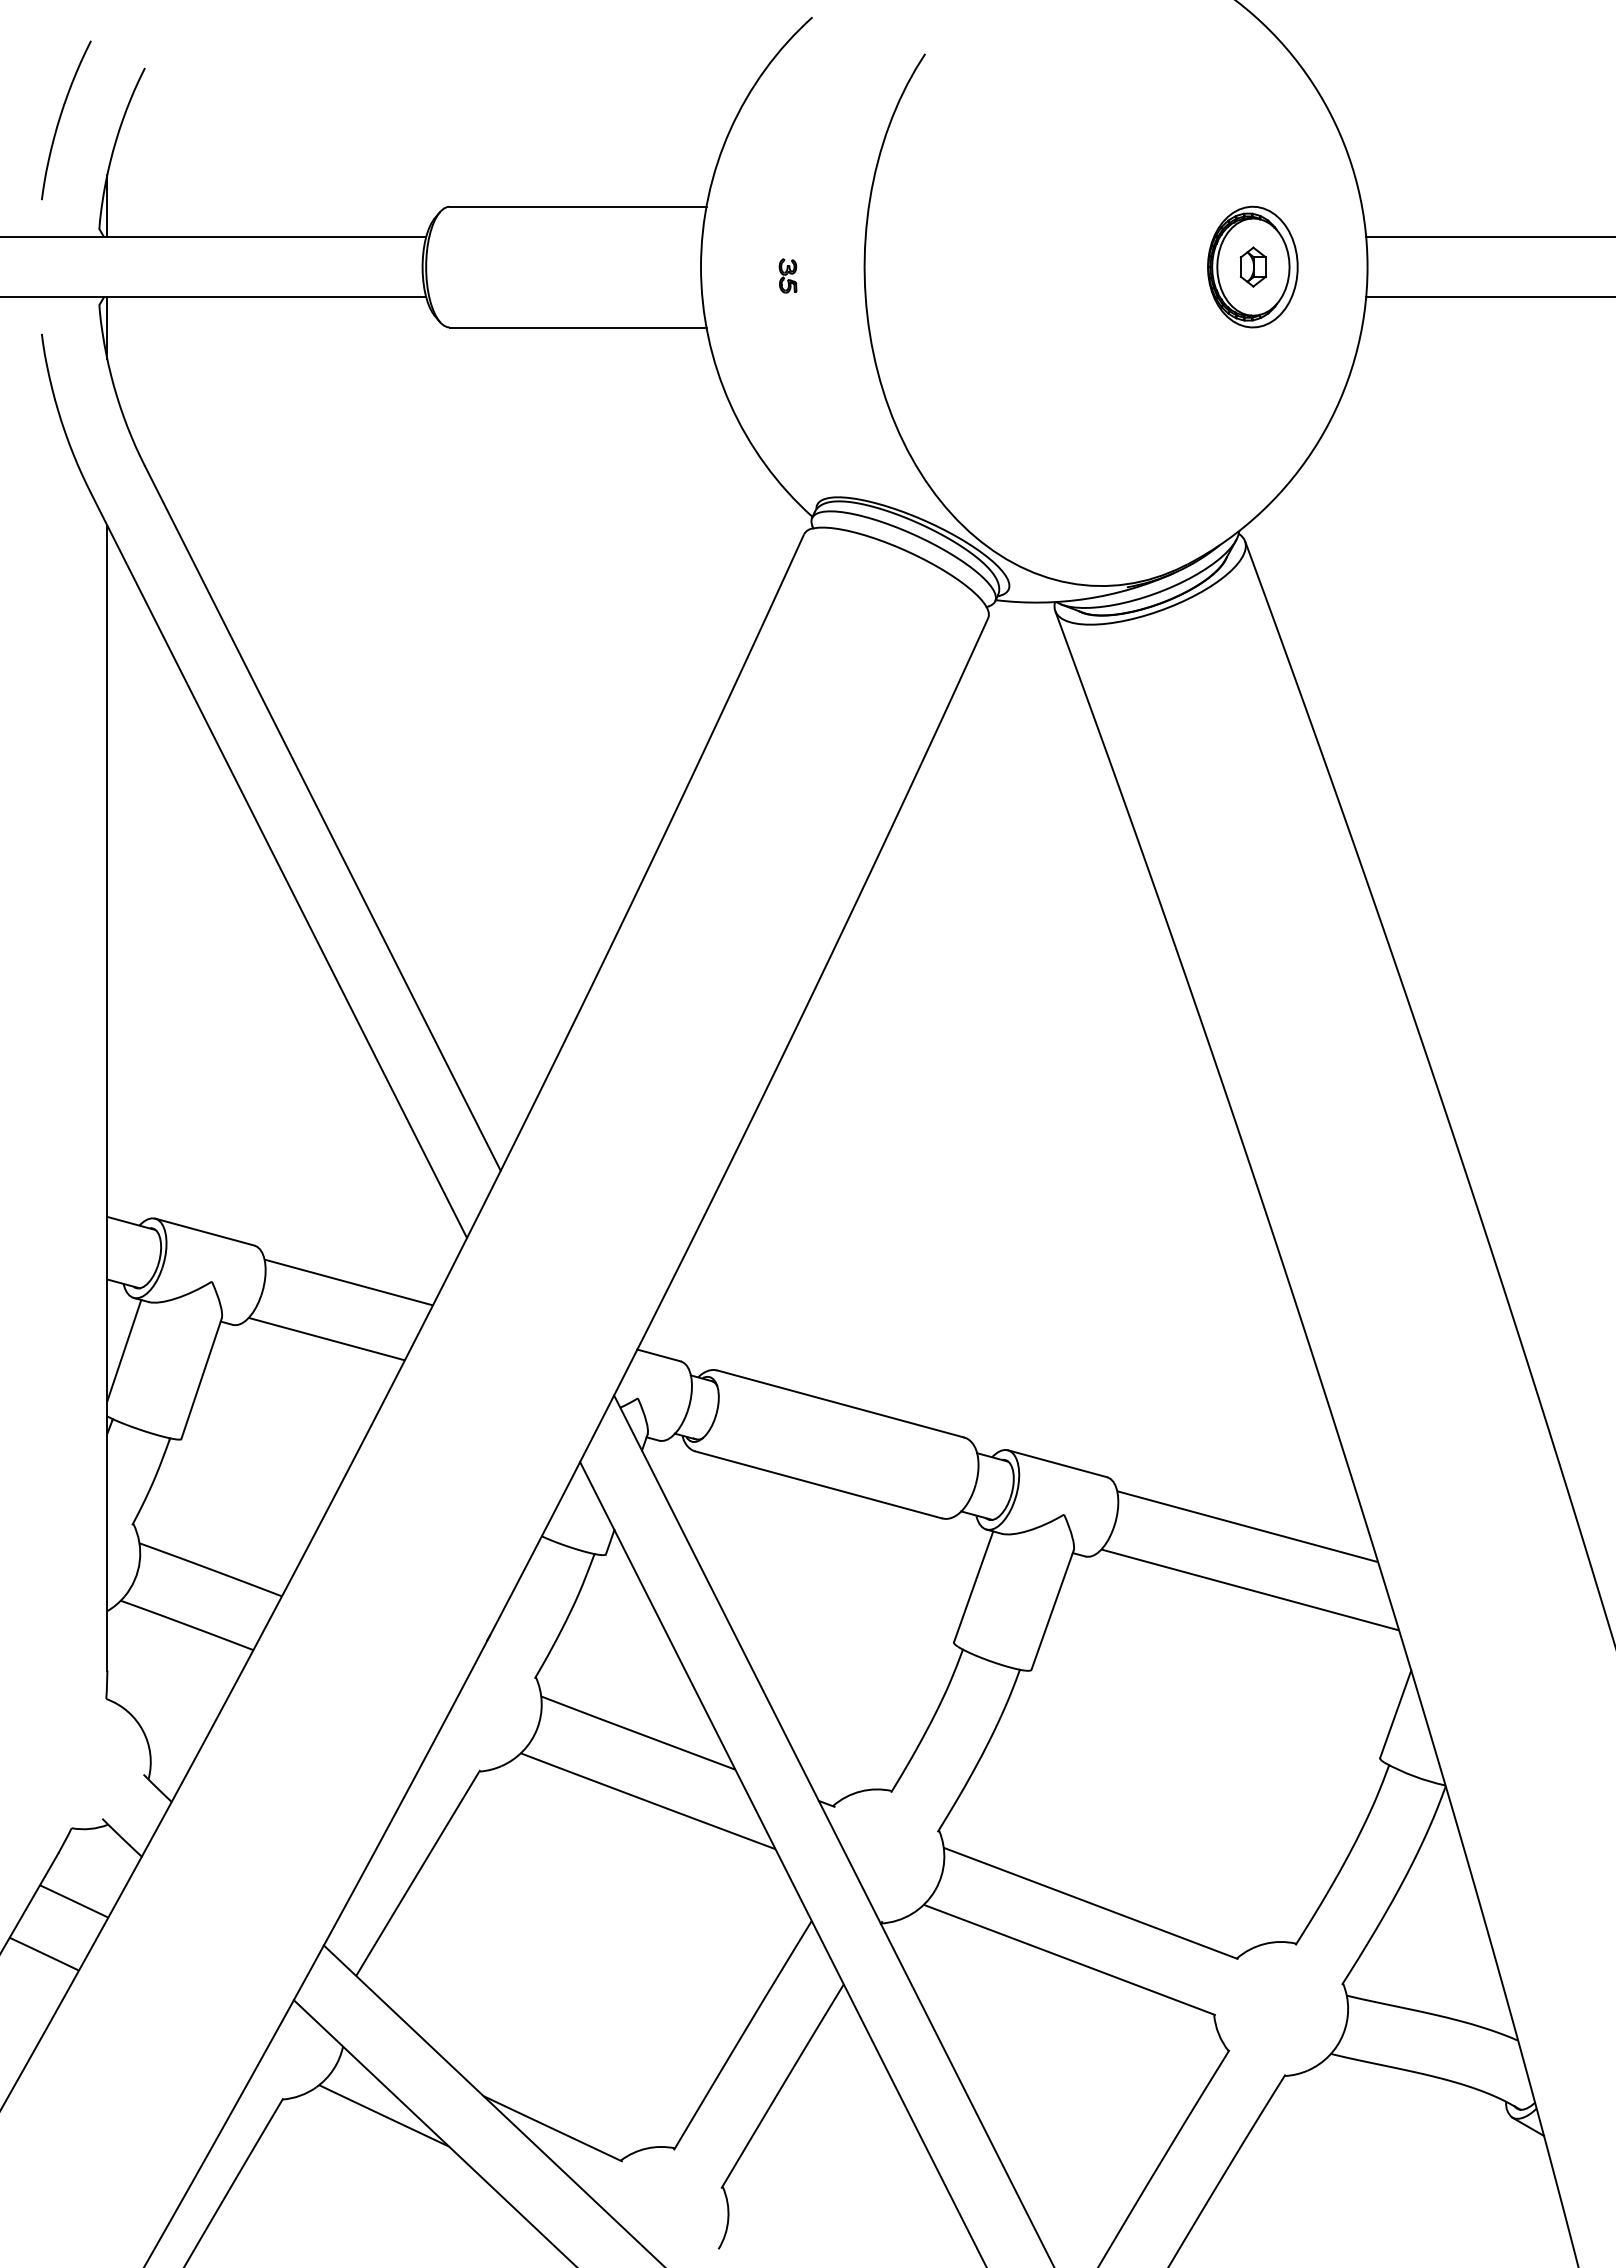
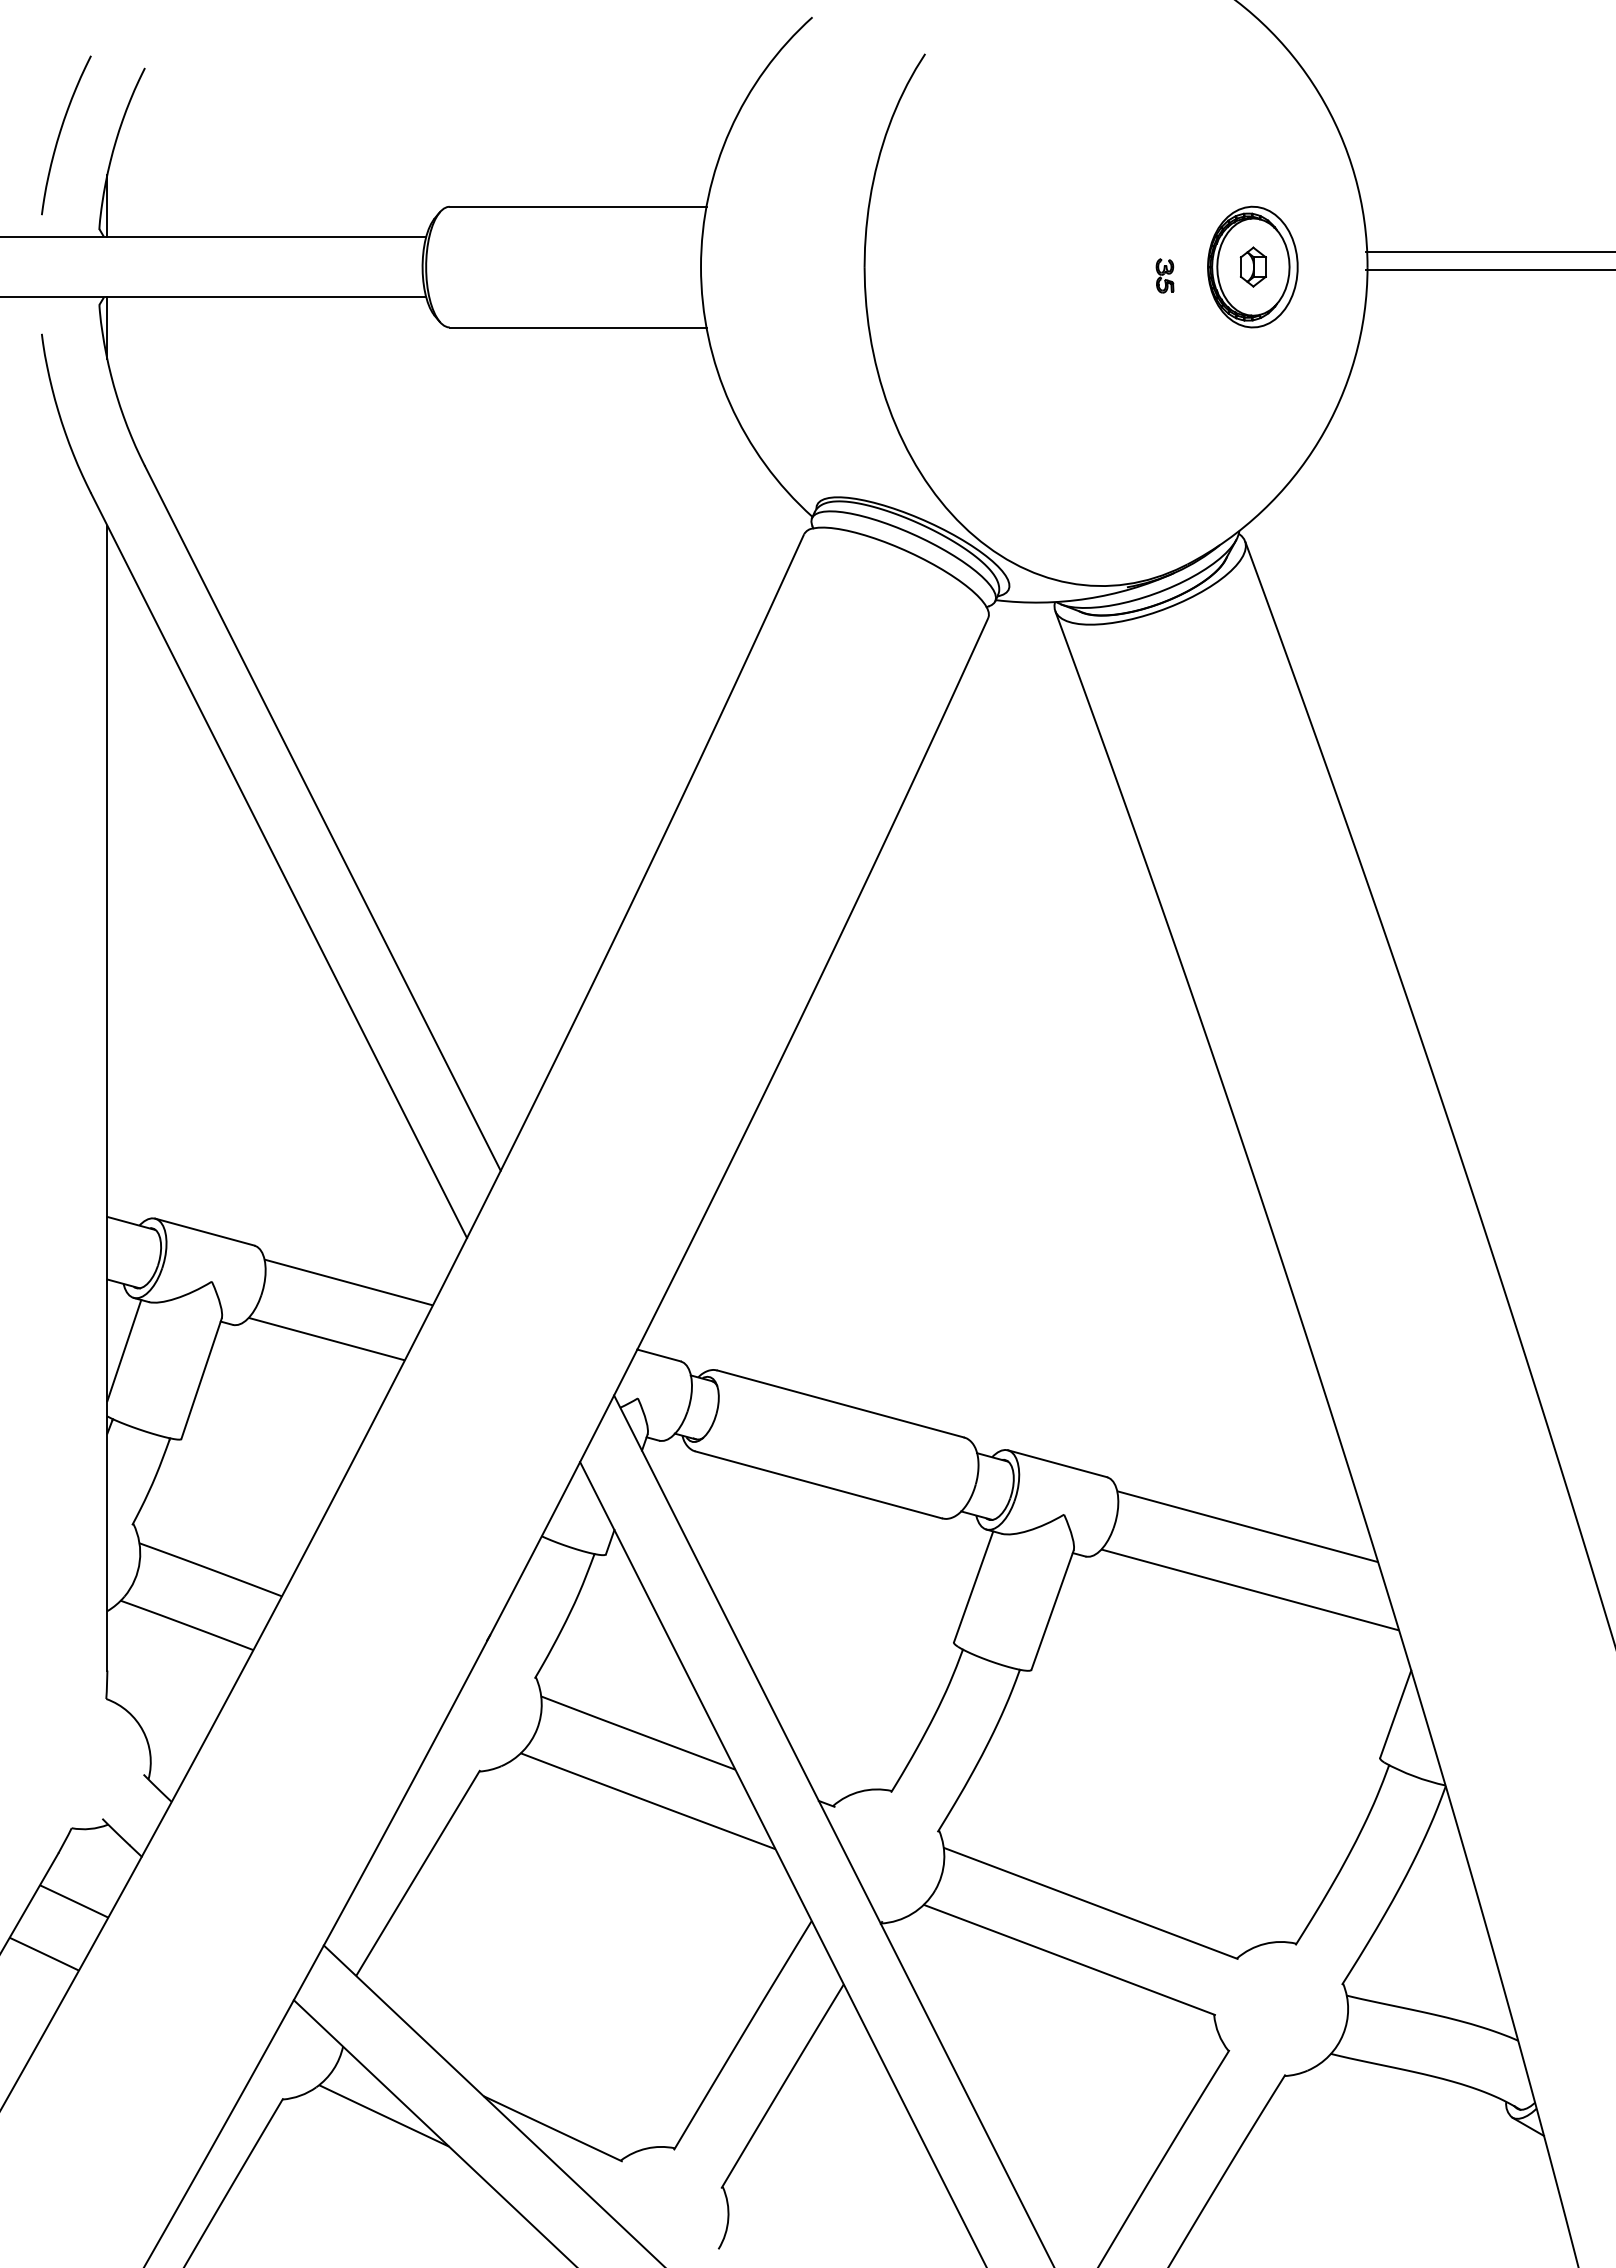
curve at (60, 120) position: (60, 120) -> (60, 135)
line at (1489, 236) position: (1489, 236) -> (1489, 251)
part at (787, 275) position: (787, 275) -> (1164, 275)
line at (1489, 297) position: (1489, 297) -> (1489, 270)
